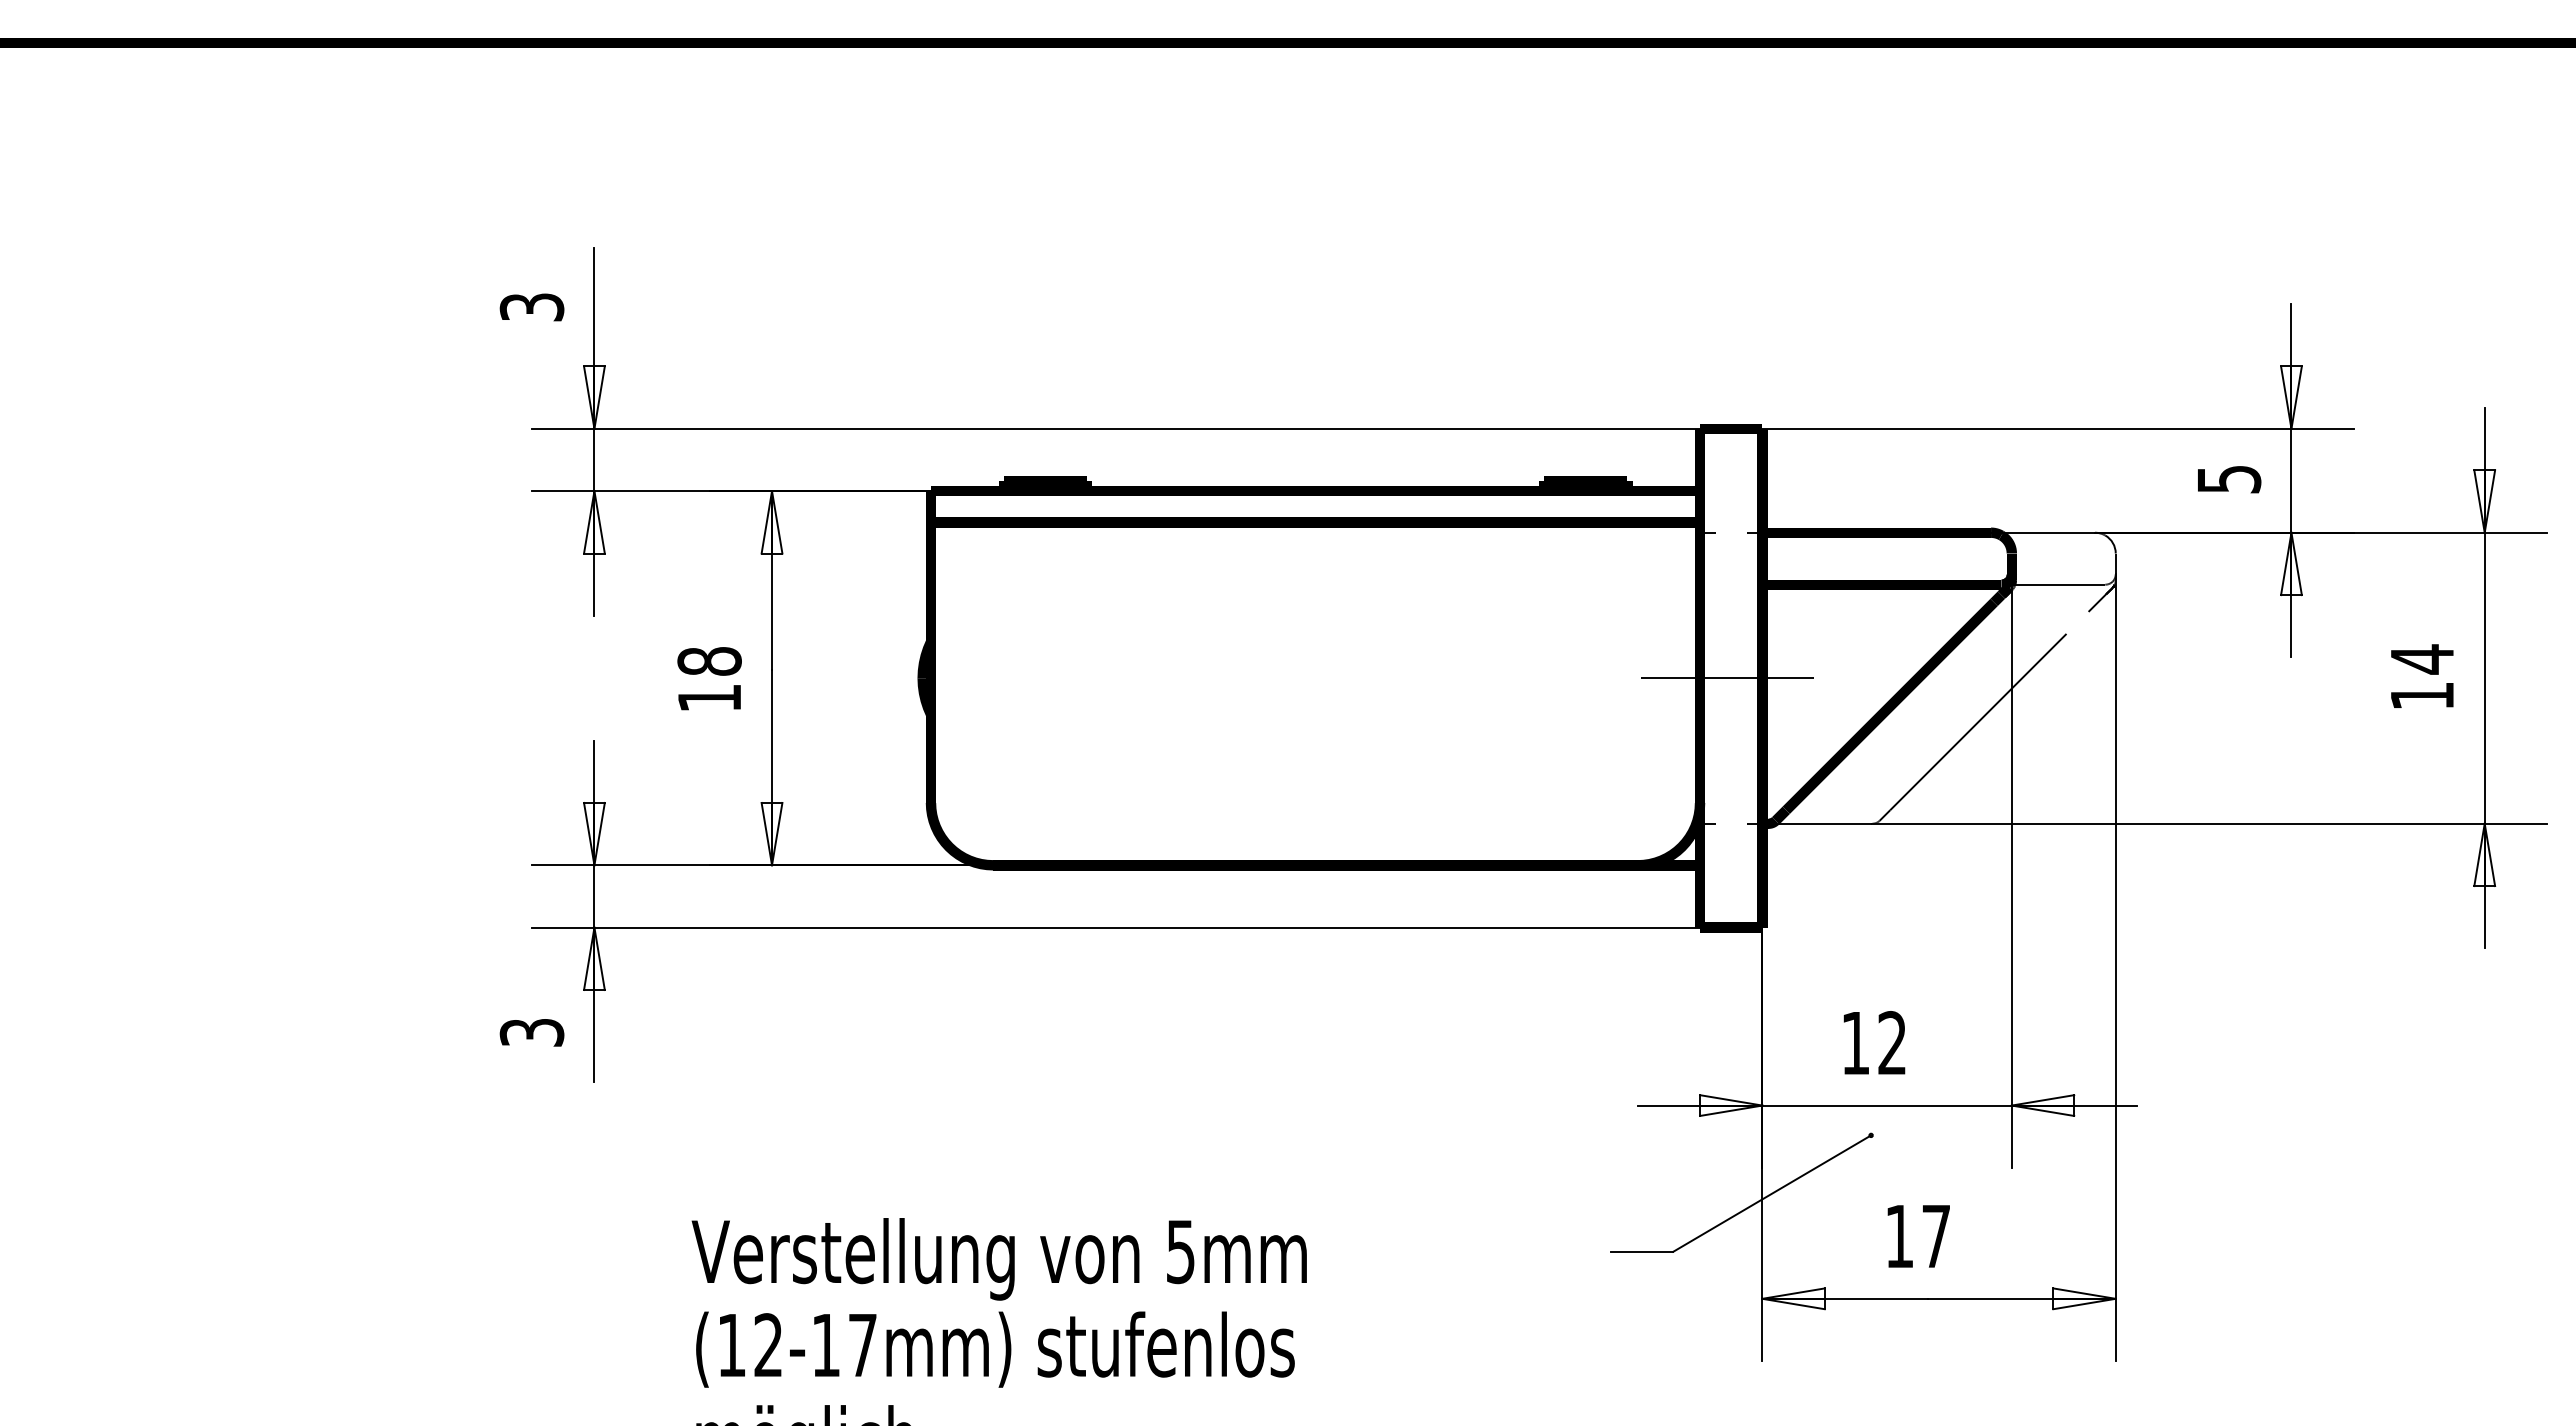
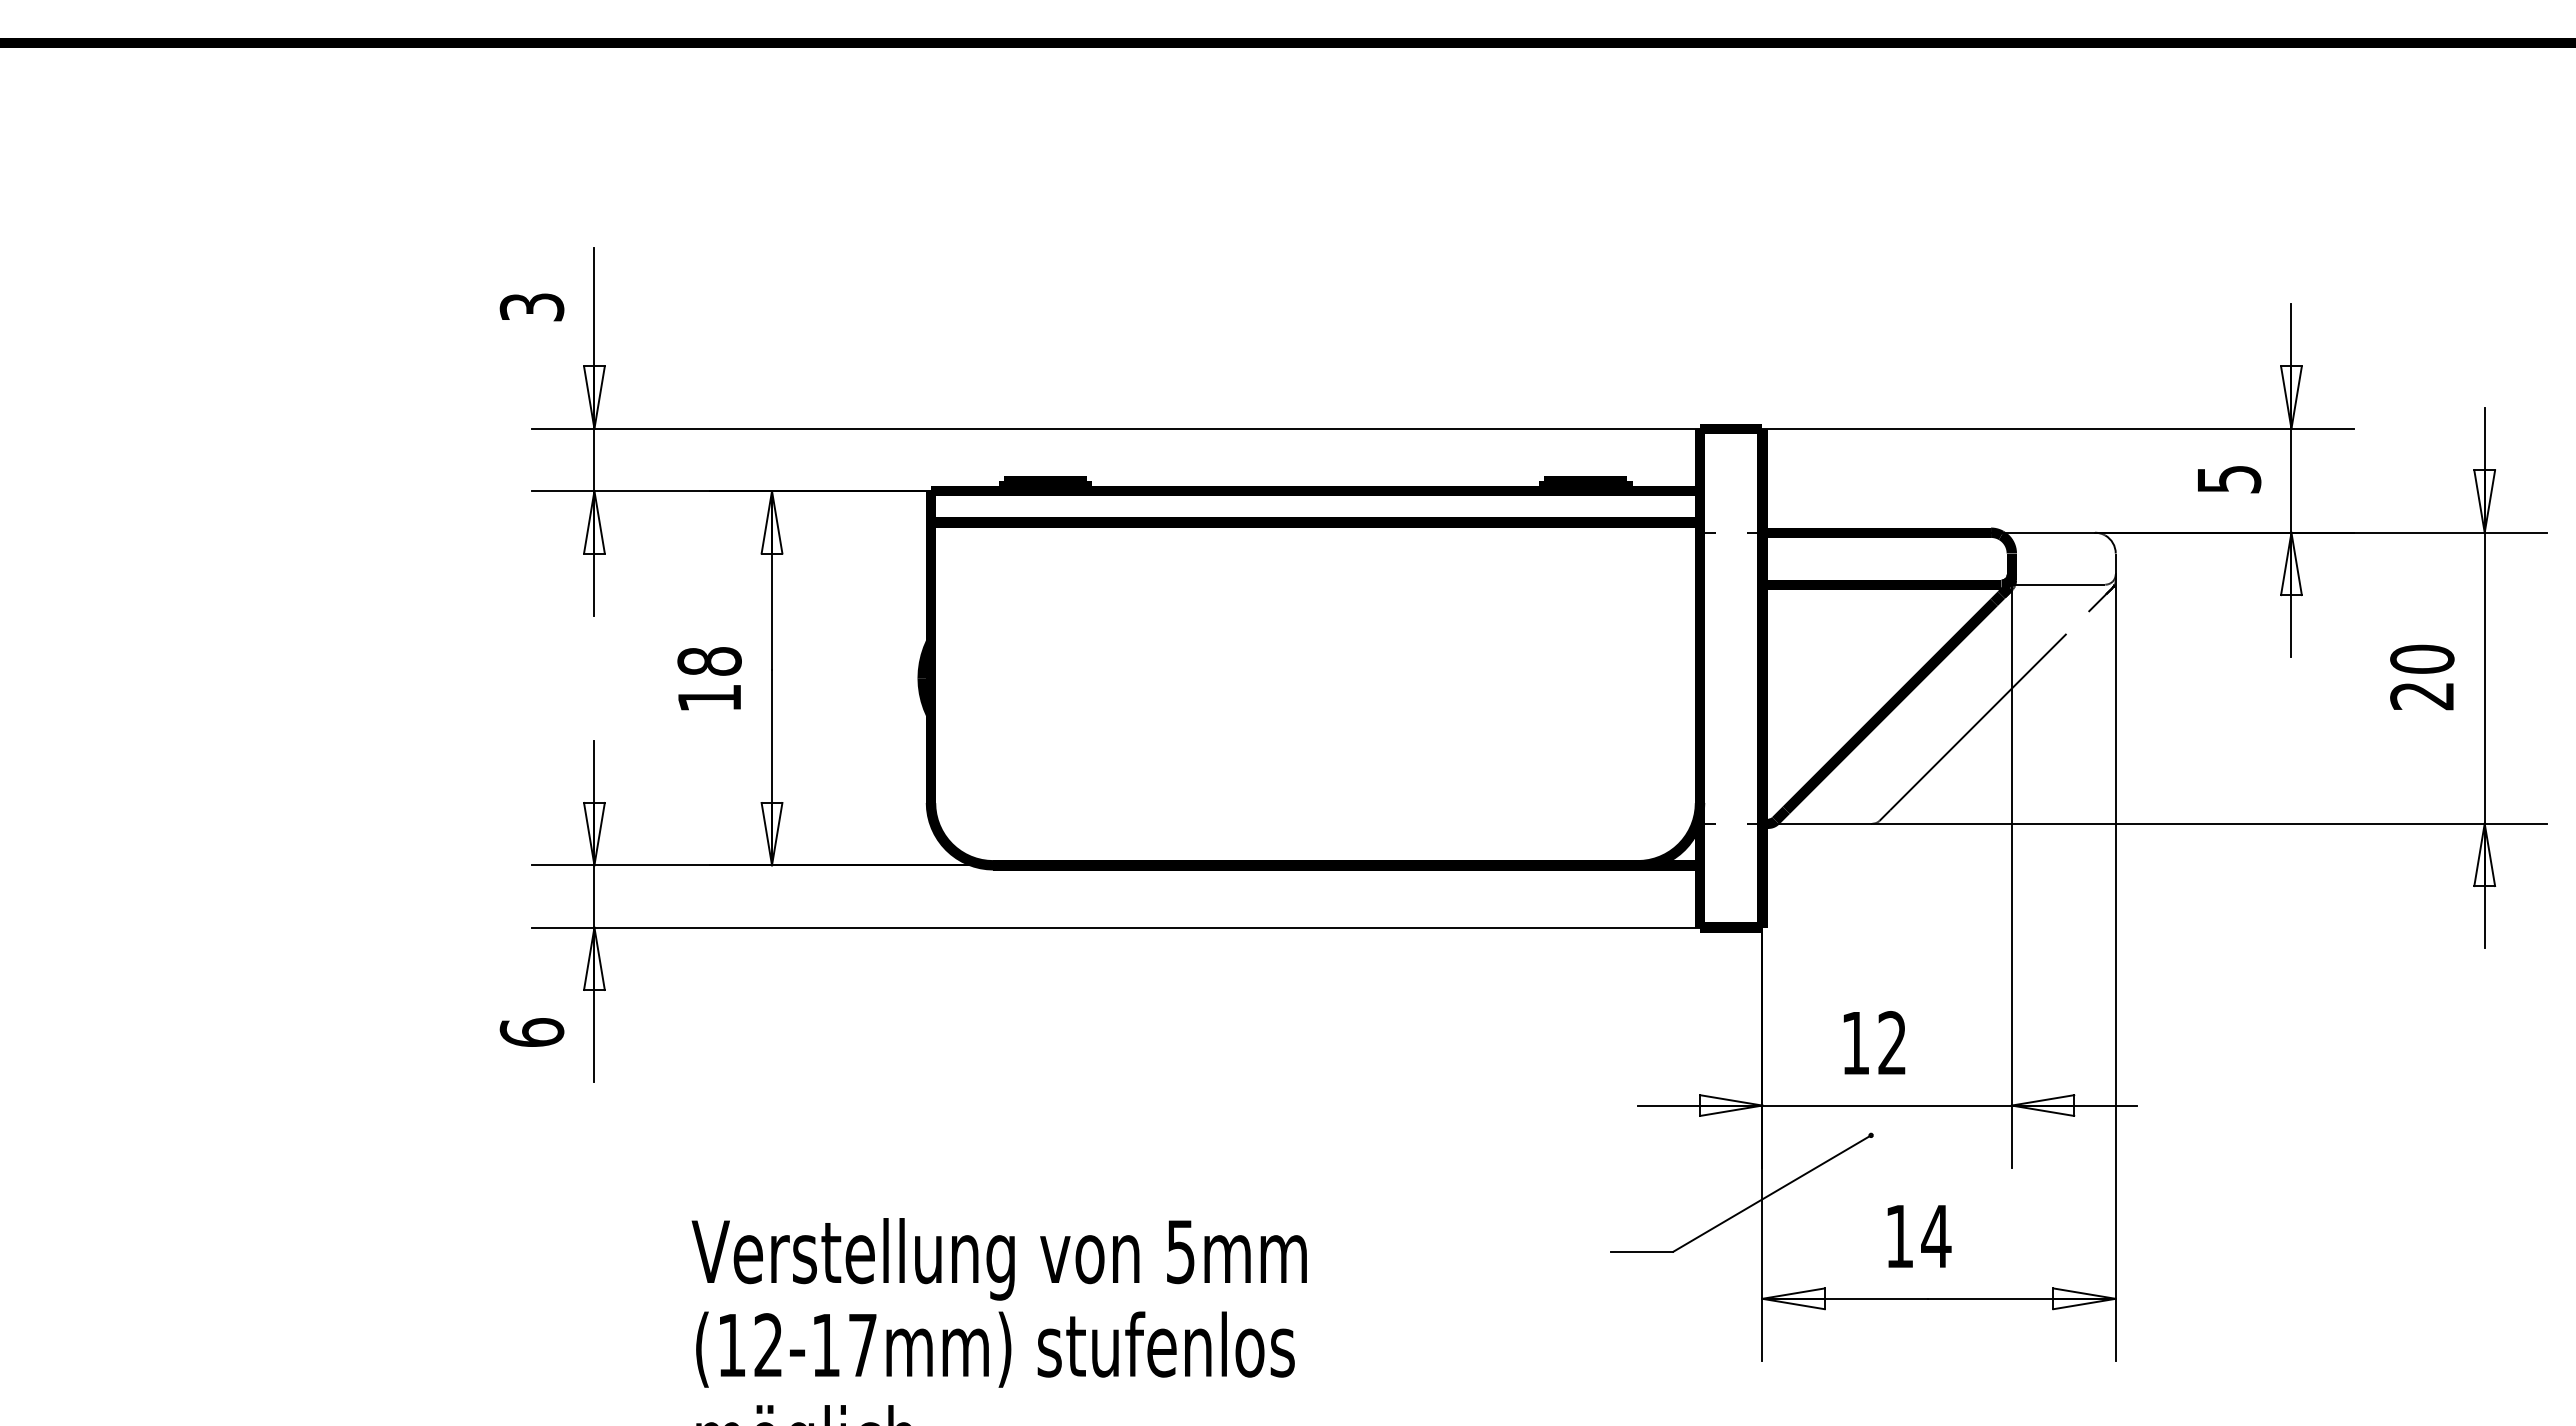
text at (2422, 677): 14 -> 20
line at (1726, 678): present -> none
text at (531, 1032): 3 -> 6
text at (1936, 1236): 17 -> 14
